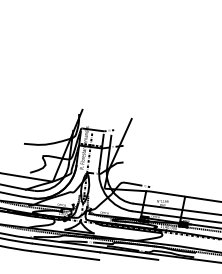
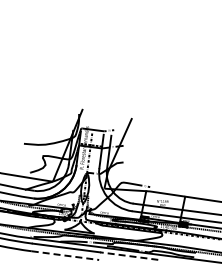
line at (65, 255): solid -> dashed
line at (128, 256): solid -> dashed
